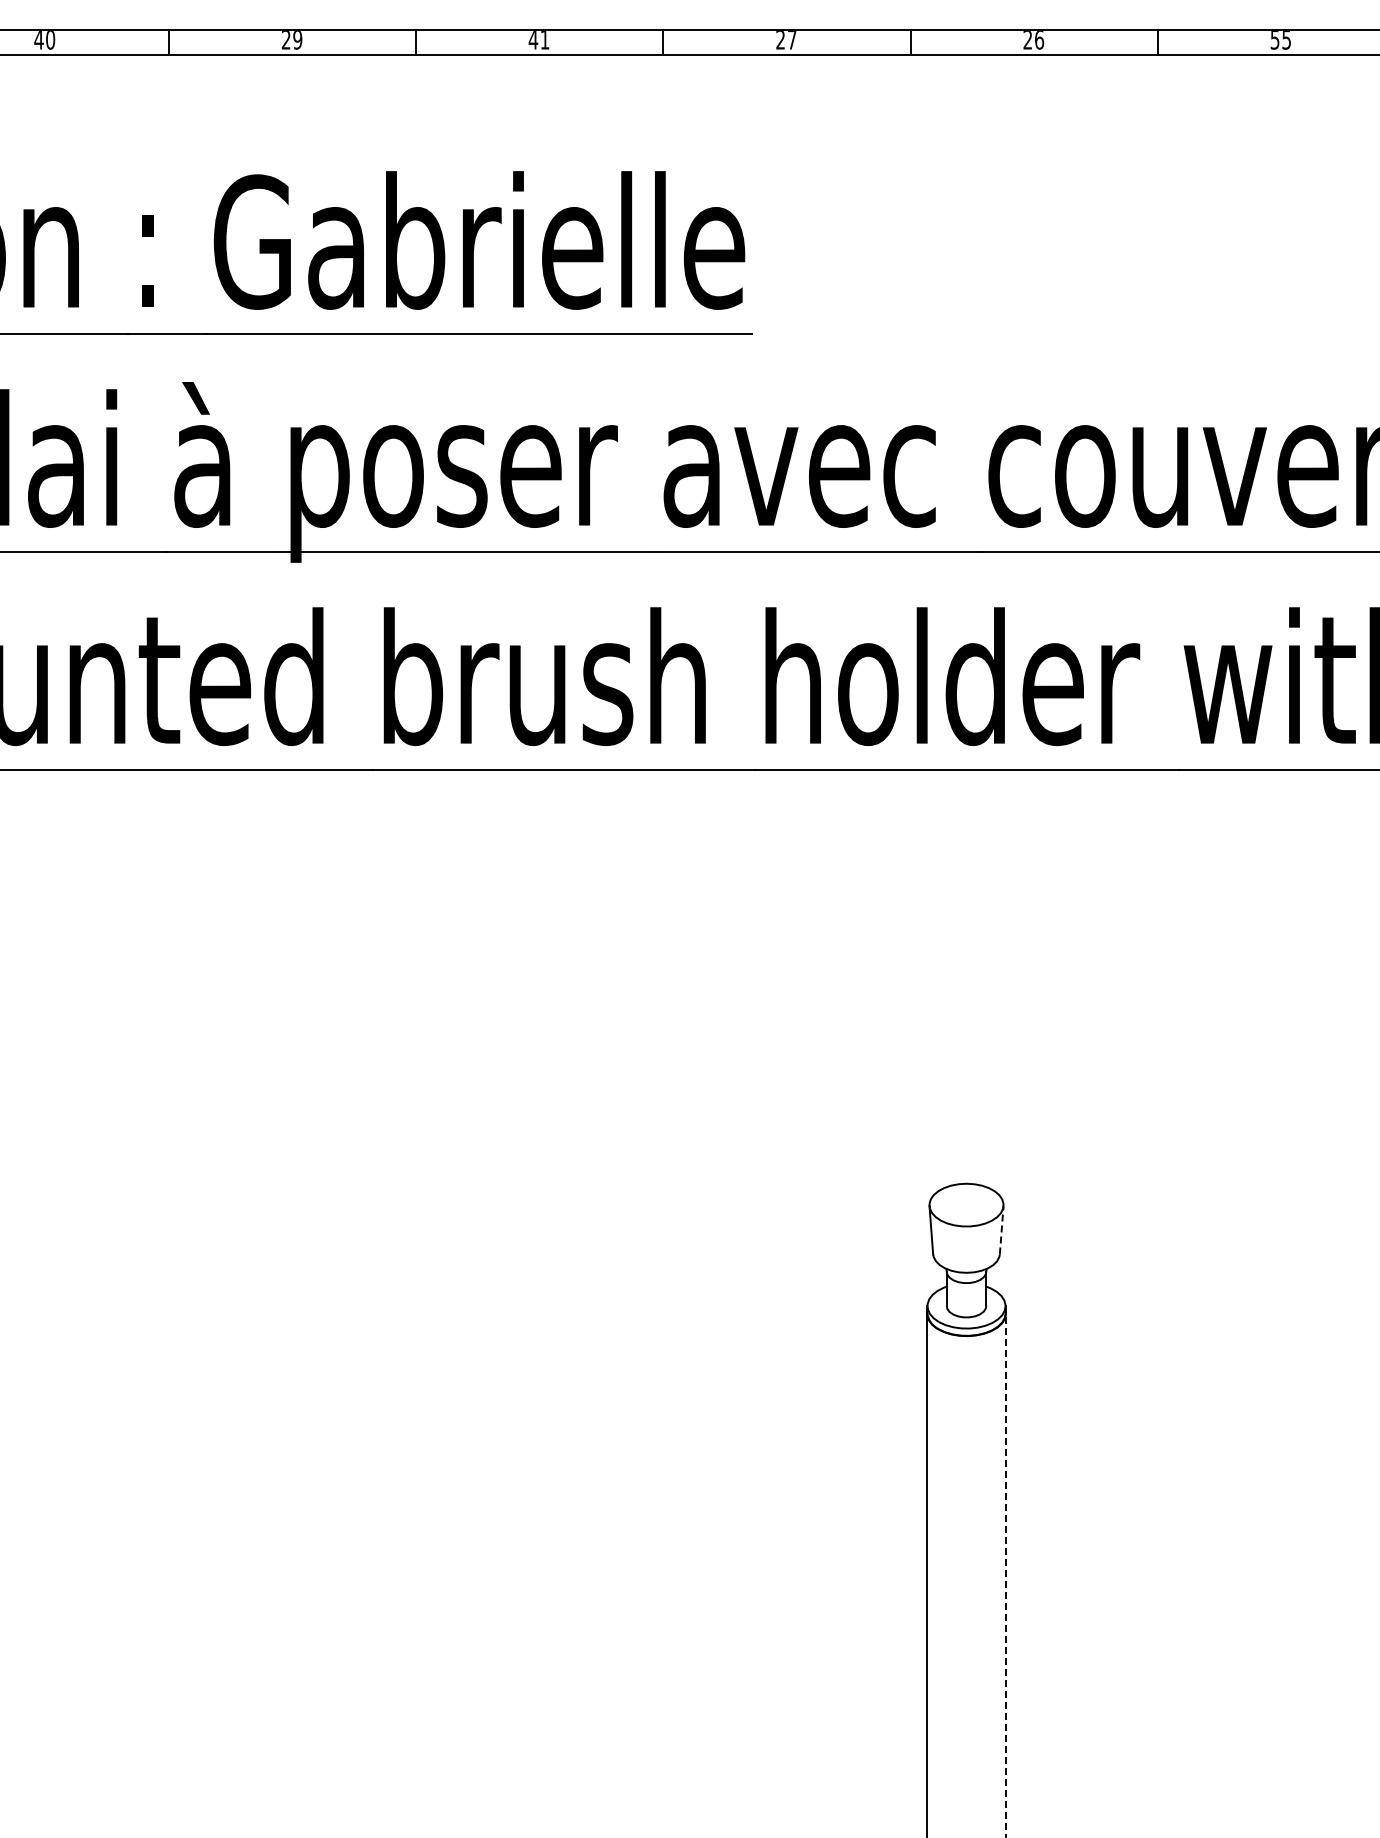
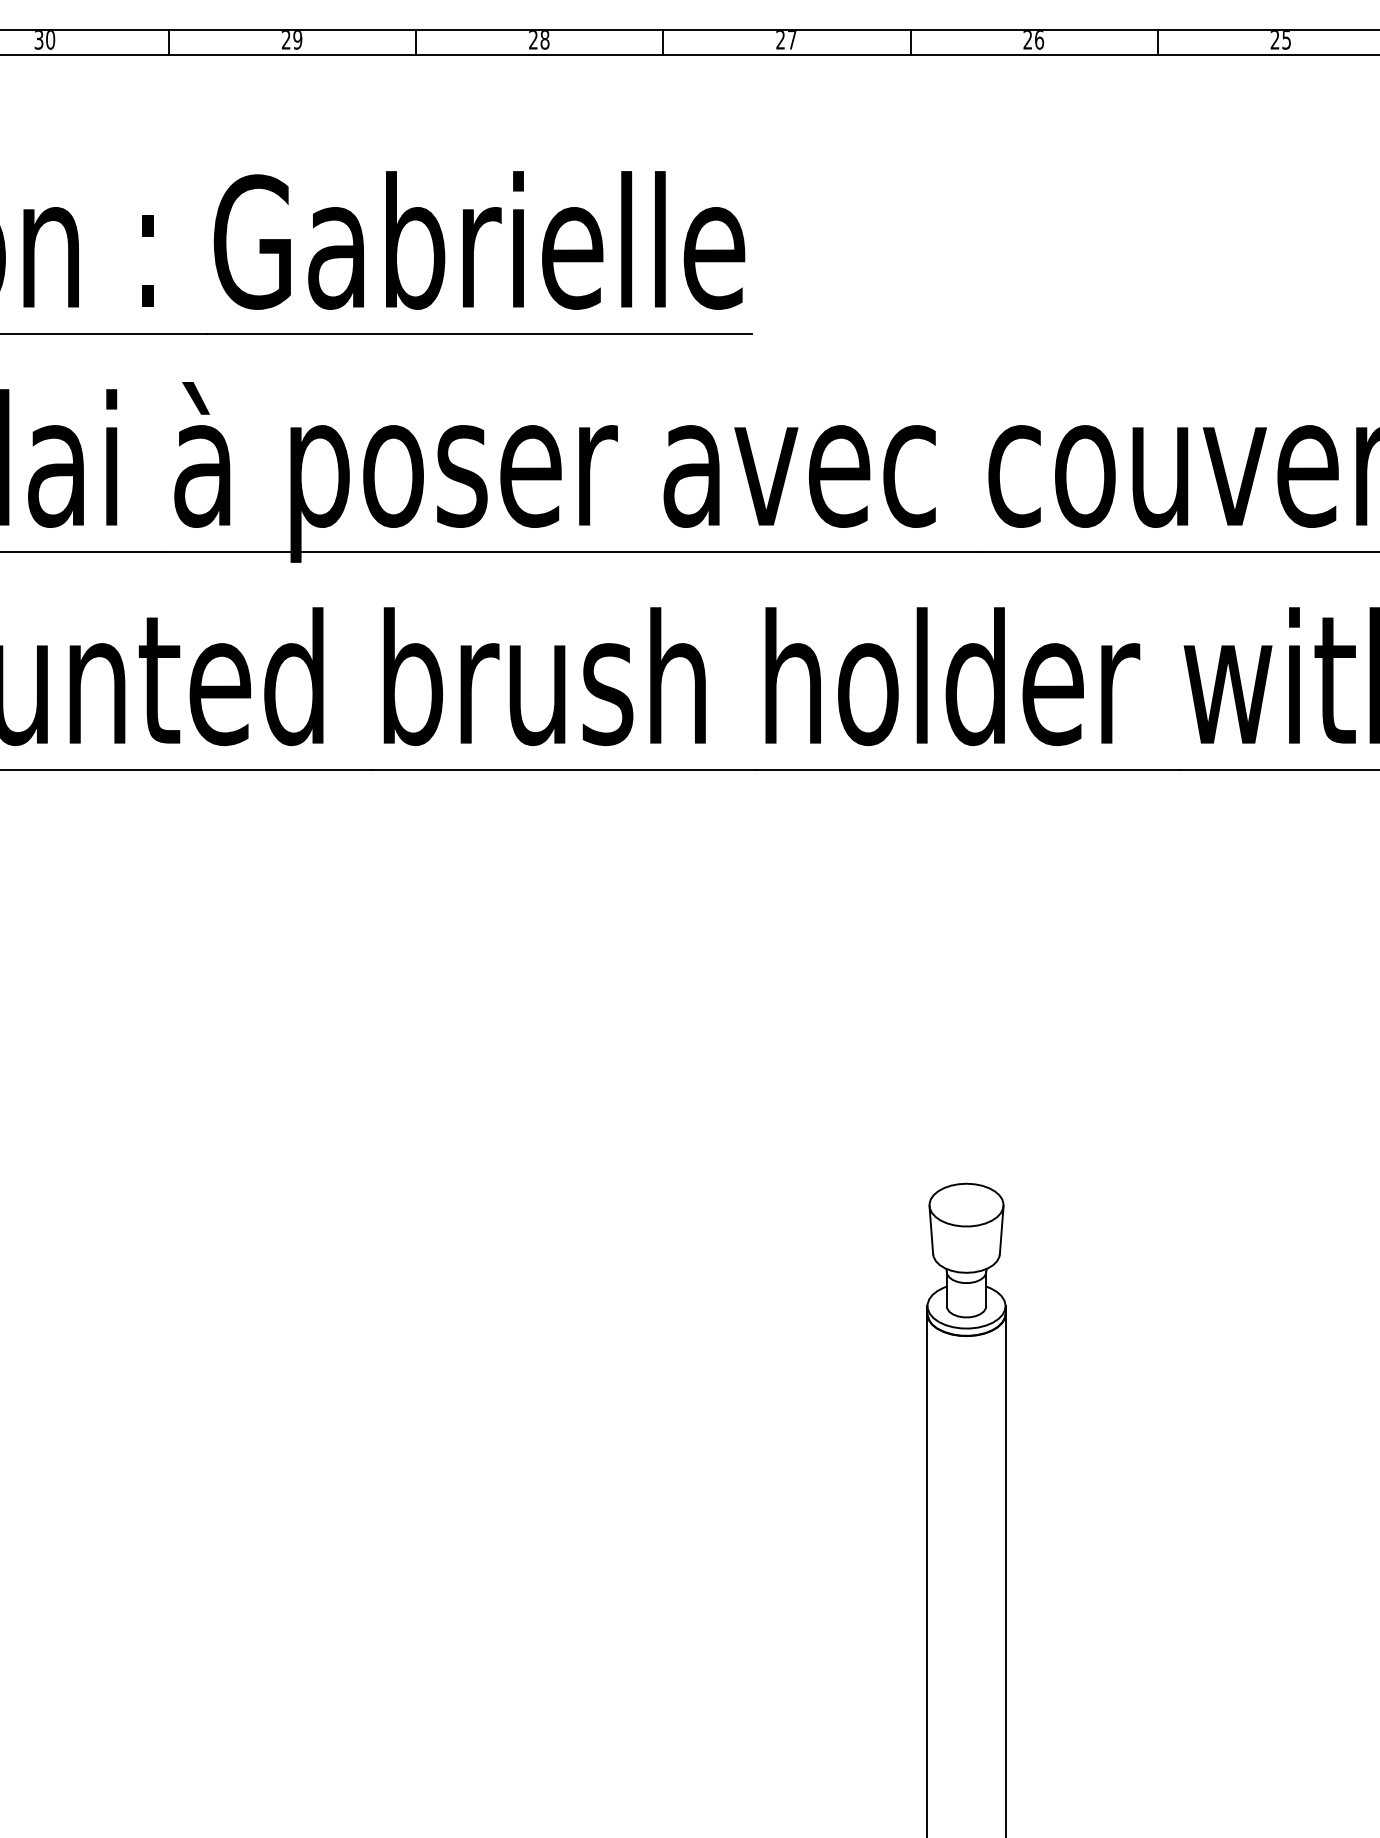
text at (38, 40): 40 -> 30
text at (538, 40): 41 -> 28
text at (1274, 40): 55 -> 25
line at (1001, 1229): dashed -> solid
line at (1006, 1575): dashed -> solid
